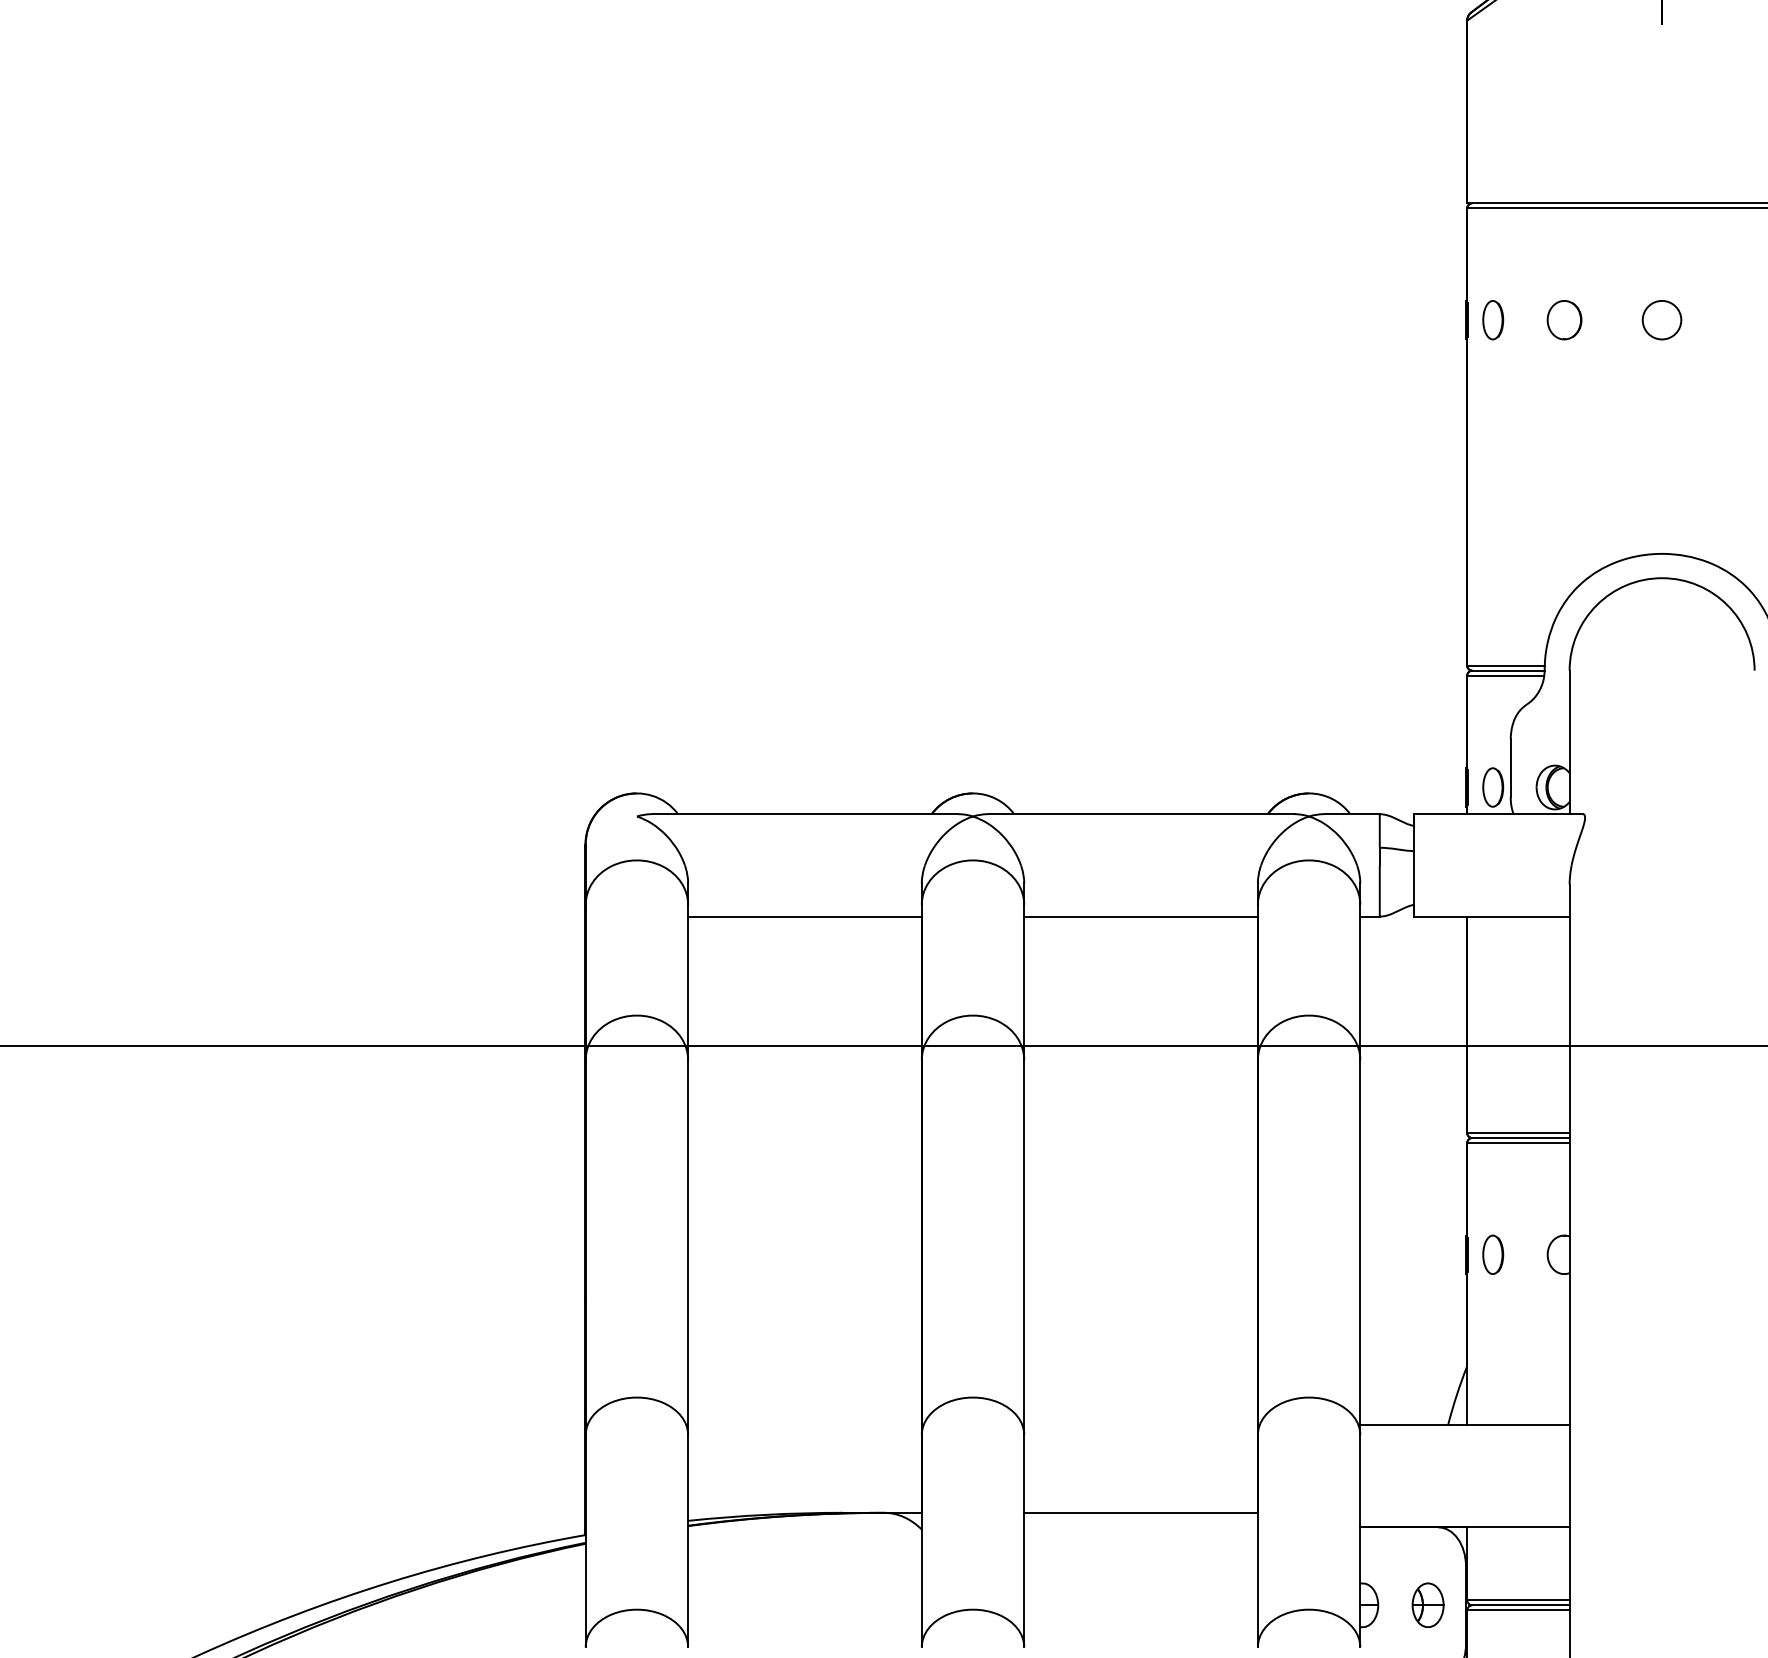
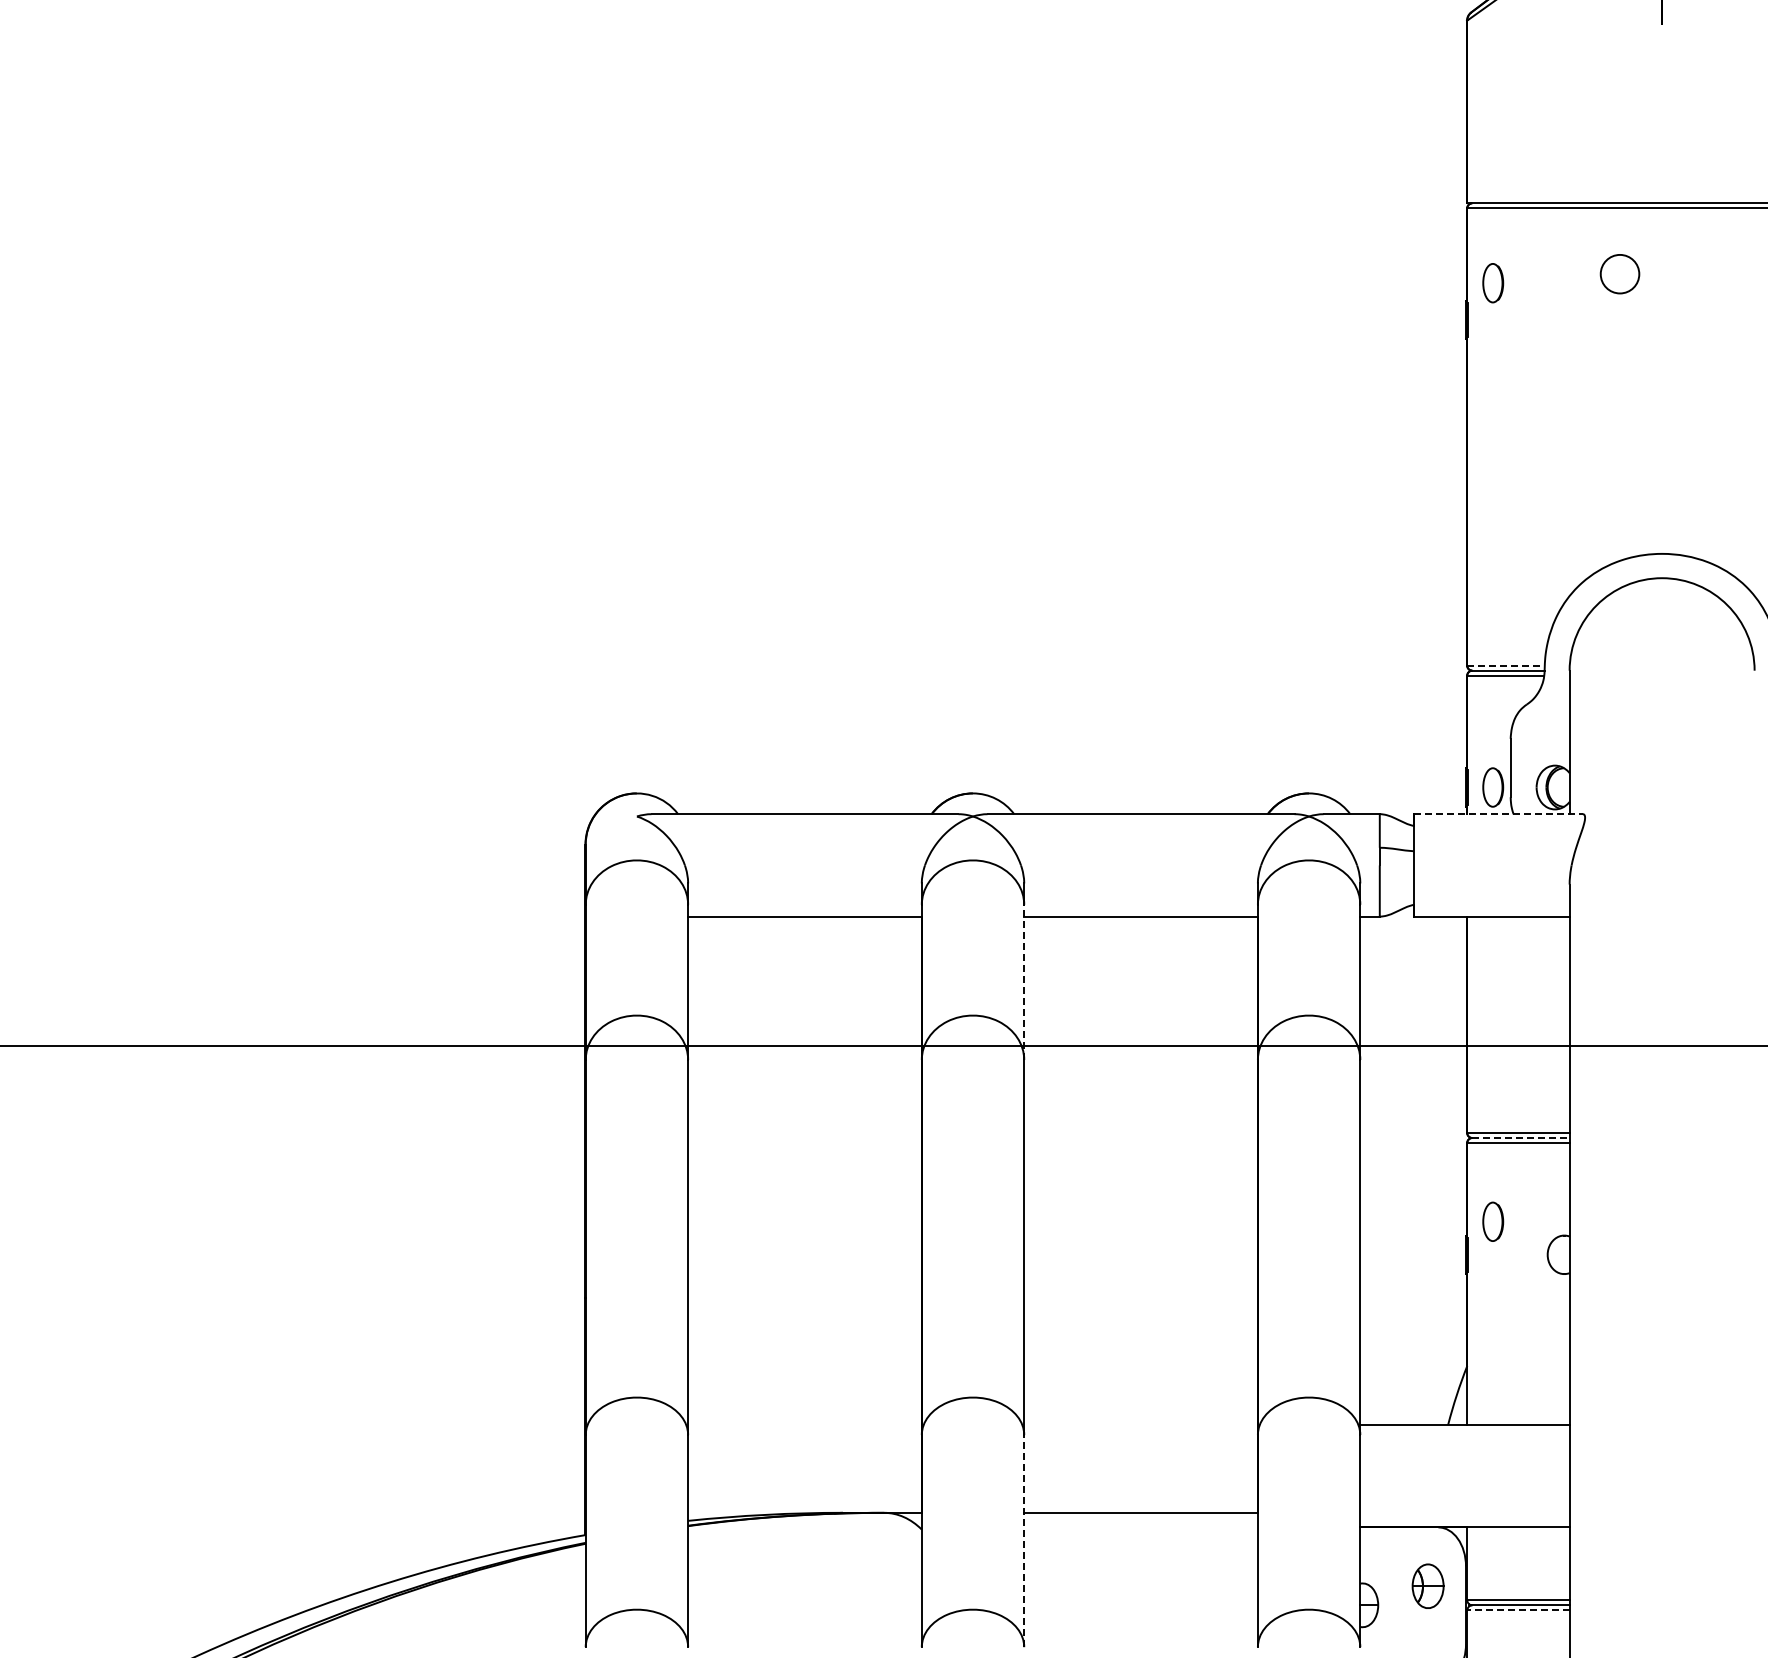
part at (1493, 320) position: (1493, 320) -> (1493, 283)
part at (1564, 320): present -> none
circle at (1661, 320) position: (1661, 320) -> (1619, 274)
line at (1506, 665): solid -> dashed
line at (1498, 814): solid -> dashed
line at (1024, 982): solid -> dashed
line at (1521, 1138): solid -> dashed
part at (1493, 1254) position: (1493, 1254) -> (1493, 1221)
line at (1024, 1540): solid -> dashed
part at (1427, 1604) position: (1427, 1604) -> (1427, 1585)
line at (1517, 1610): solid -> dashed
